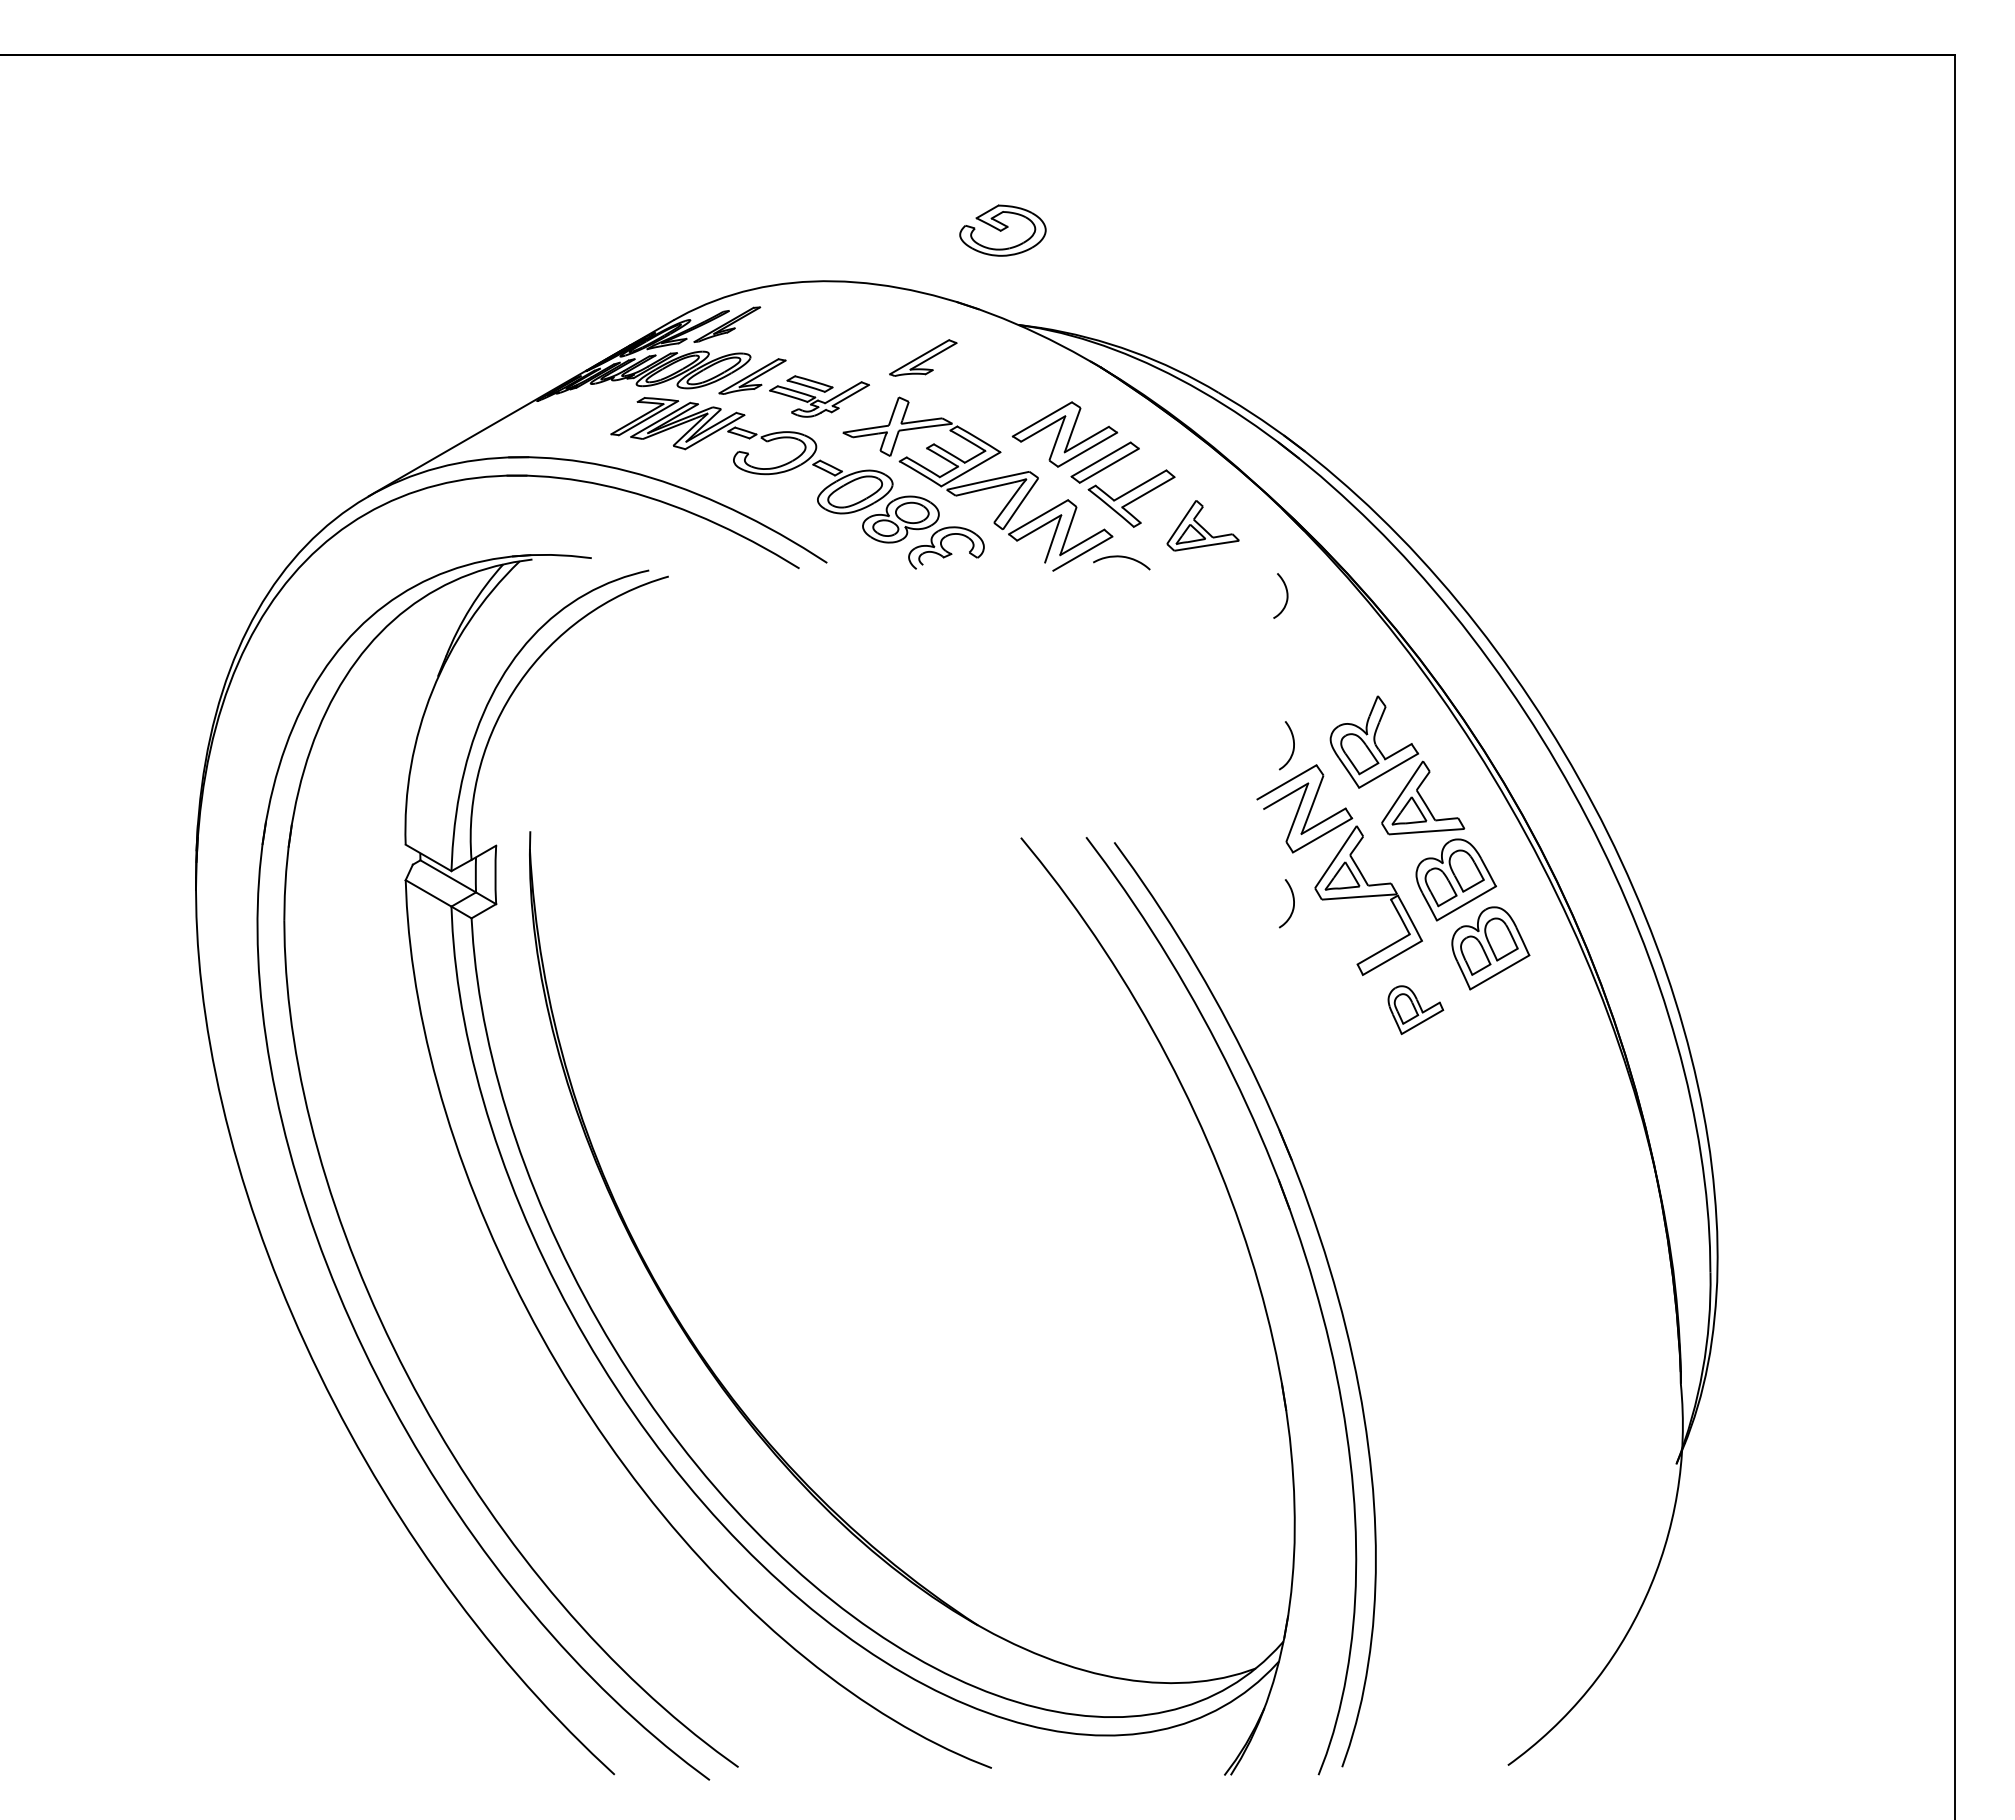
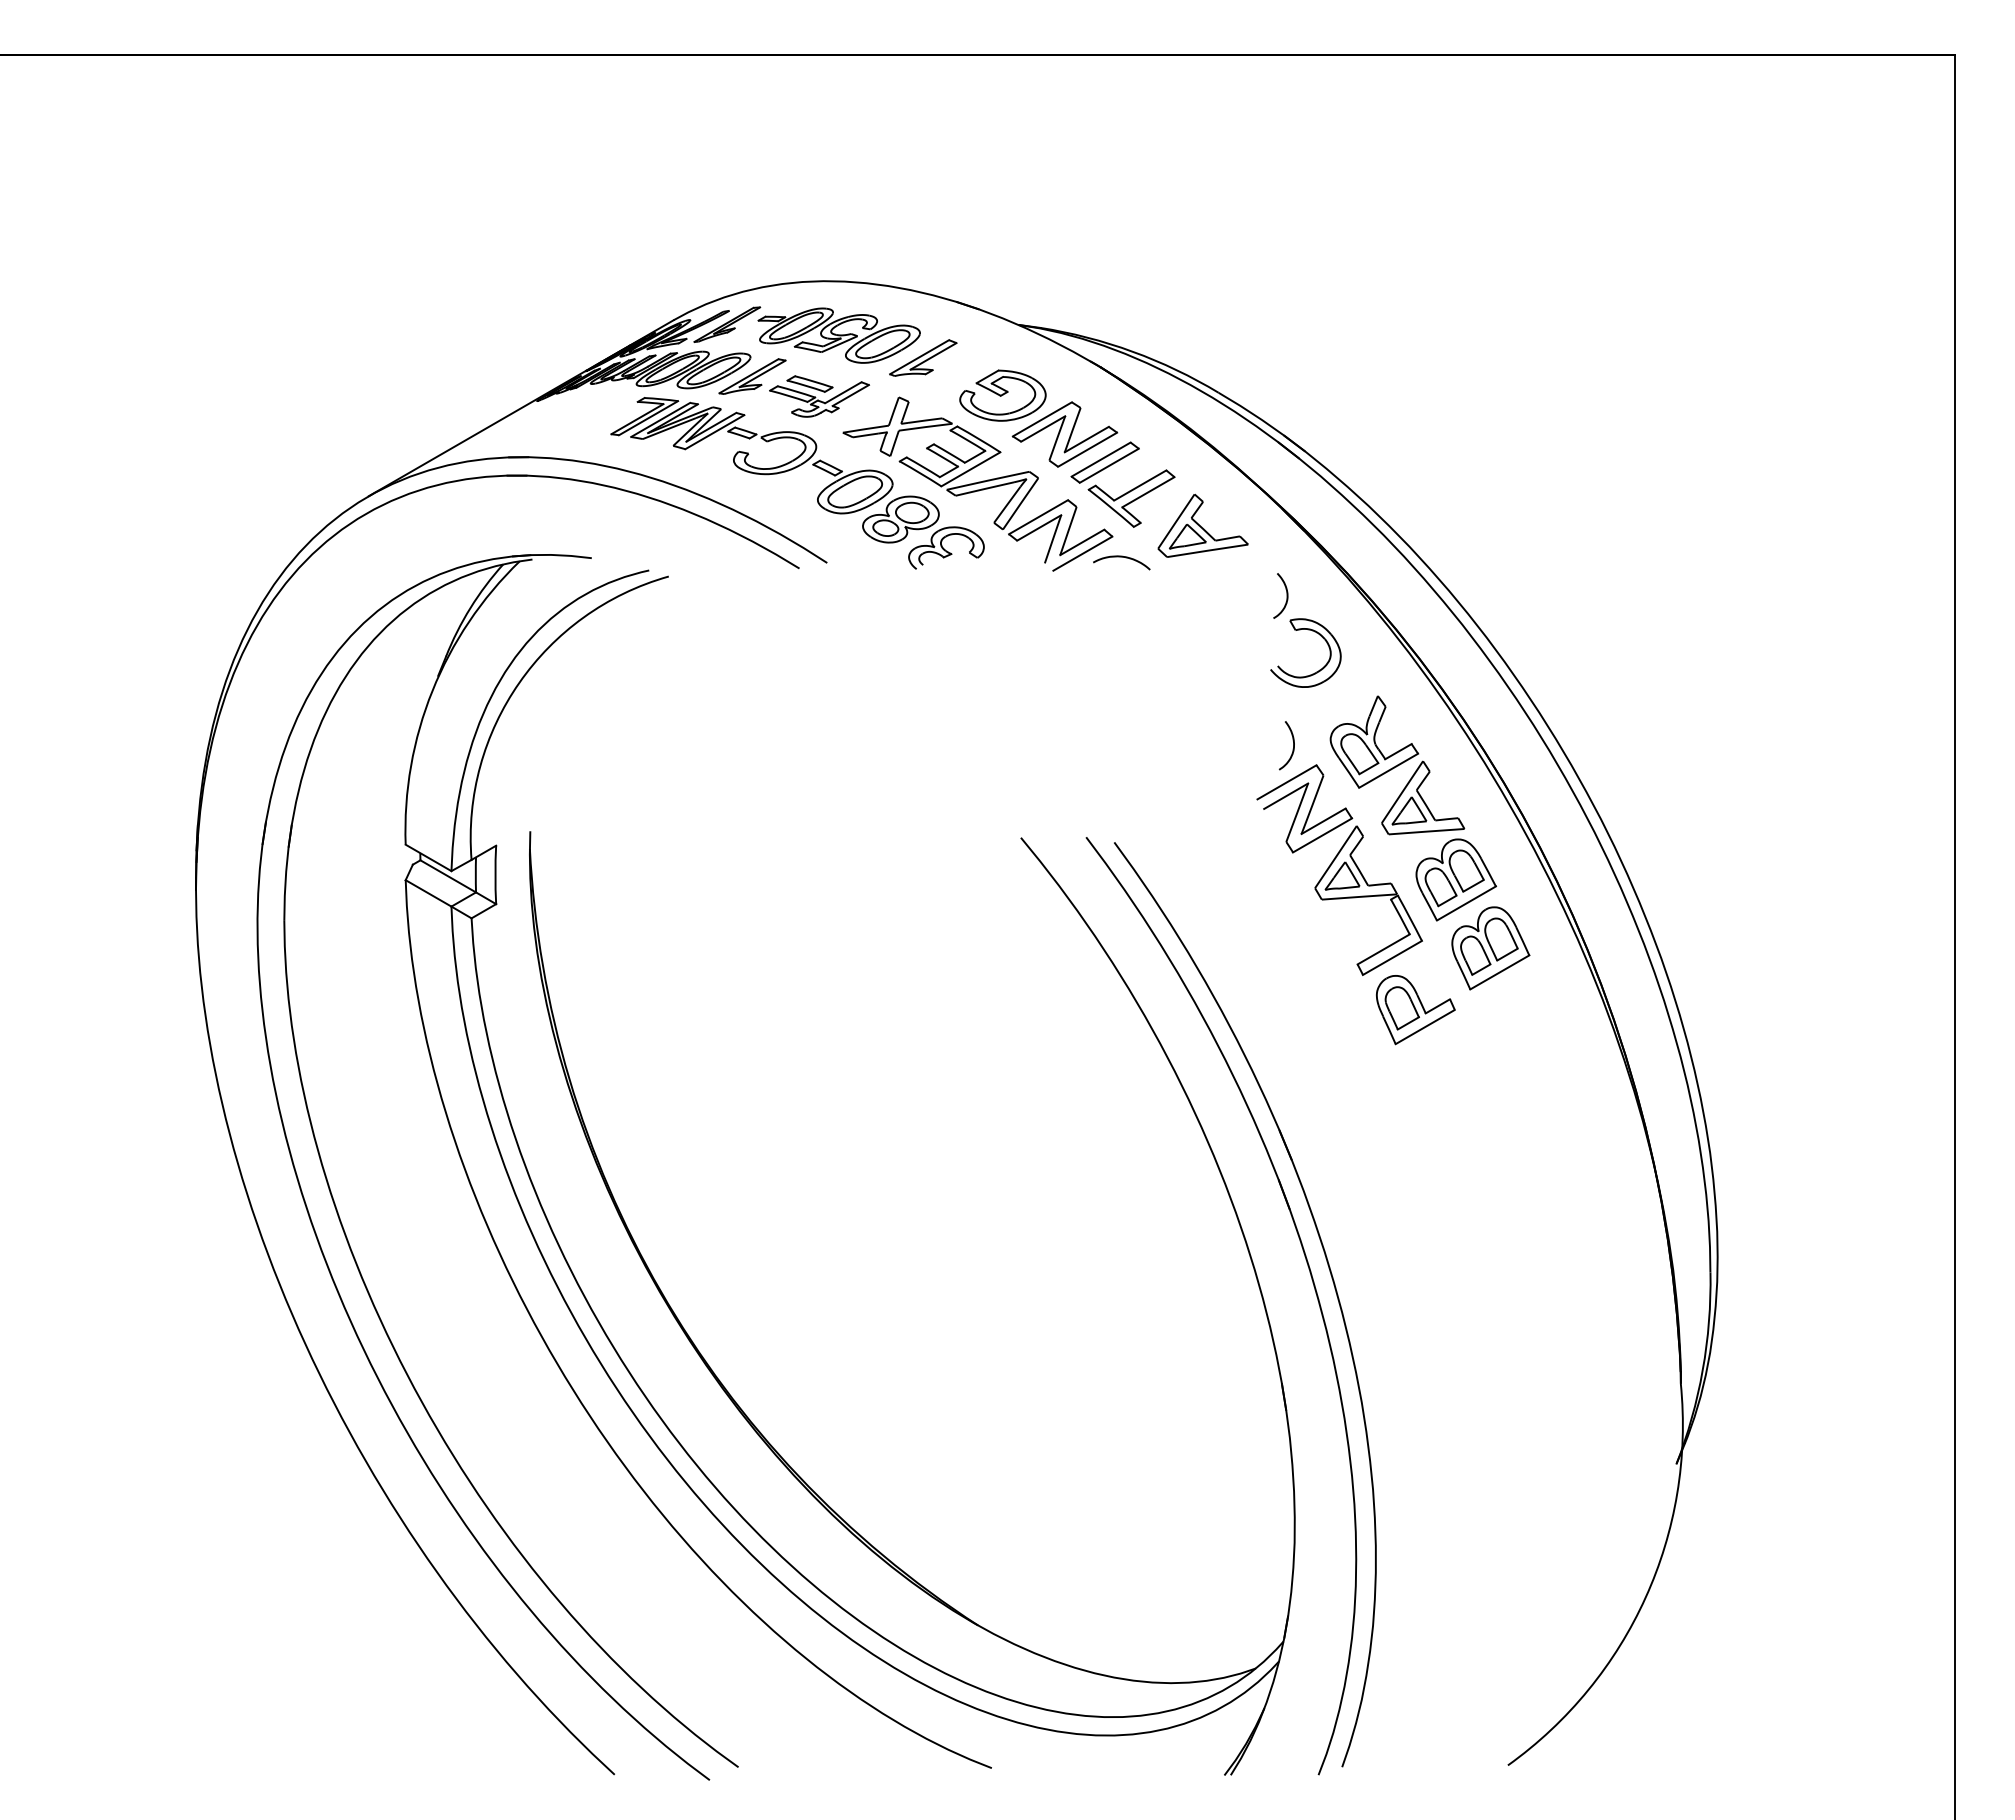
part at (1002, 230) position: (1002, 230) -> (1002, 395)
part at (838, 335): none -> present
part at (1202, 525) size: 74x52 px -> 92x65 px
part at (1314, 632): none -> present
curve at (1293, 903): present -> none
part at (1415, 1010) size: 58x51 px -> 80x71 px
